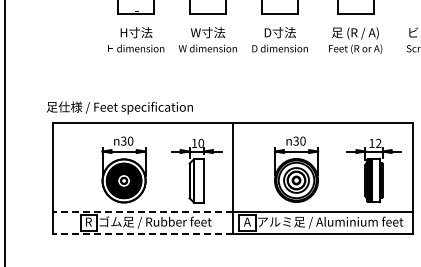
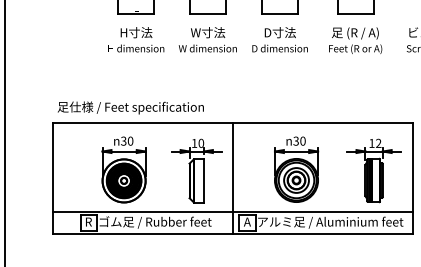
text at (119, 107) position: (119, 107) -> (130, 107)
line at (143, 212): dashed -> solid
line at (143, 234): dashed -> solid
